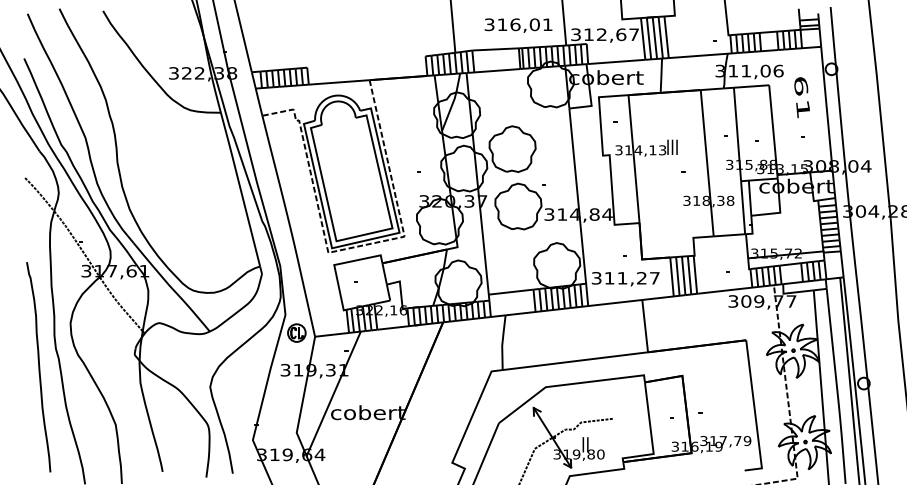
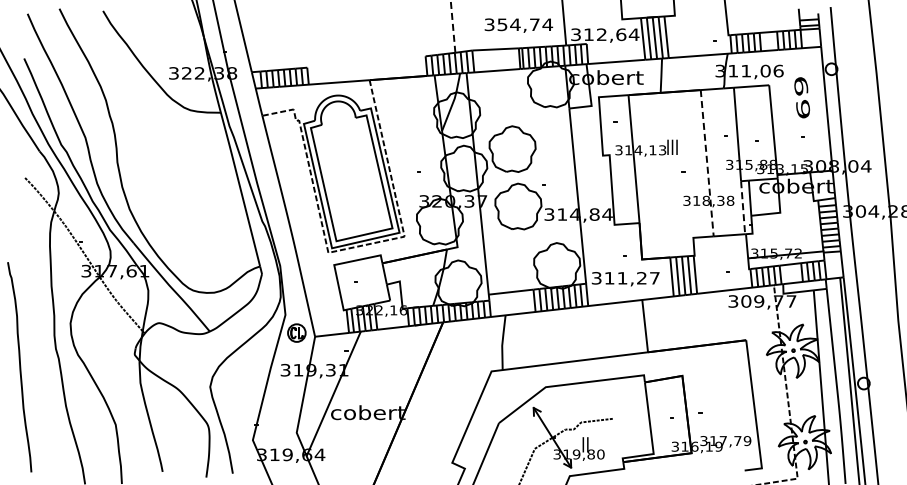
text at (525, 24): 316,01 -> 354,74
line at (453, 25): solid -> dashed
text at (633, 34): 312,67 -> 312,64
text at (802, 109): 61 -> 69
line at (707, 163): solid -> dashed
line at (743, 207): solid -> dashed
curve at (38, 367) position: (38, 367) -> (19, 367)
